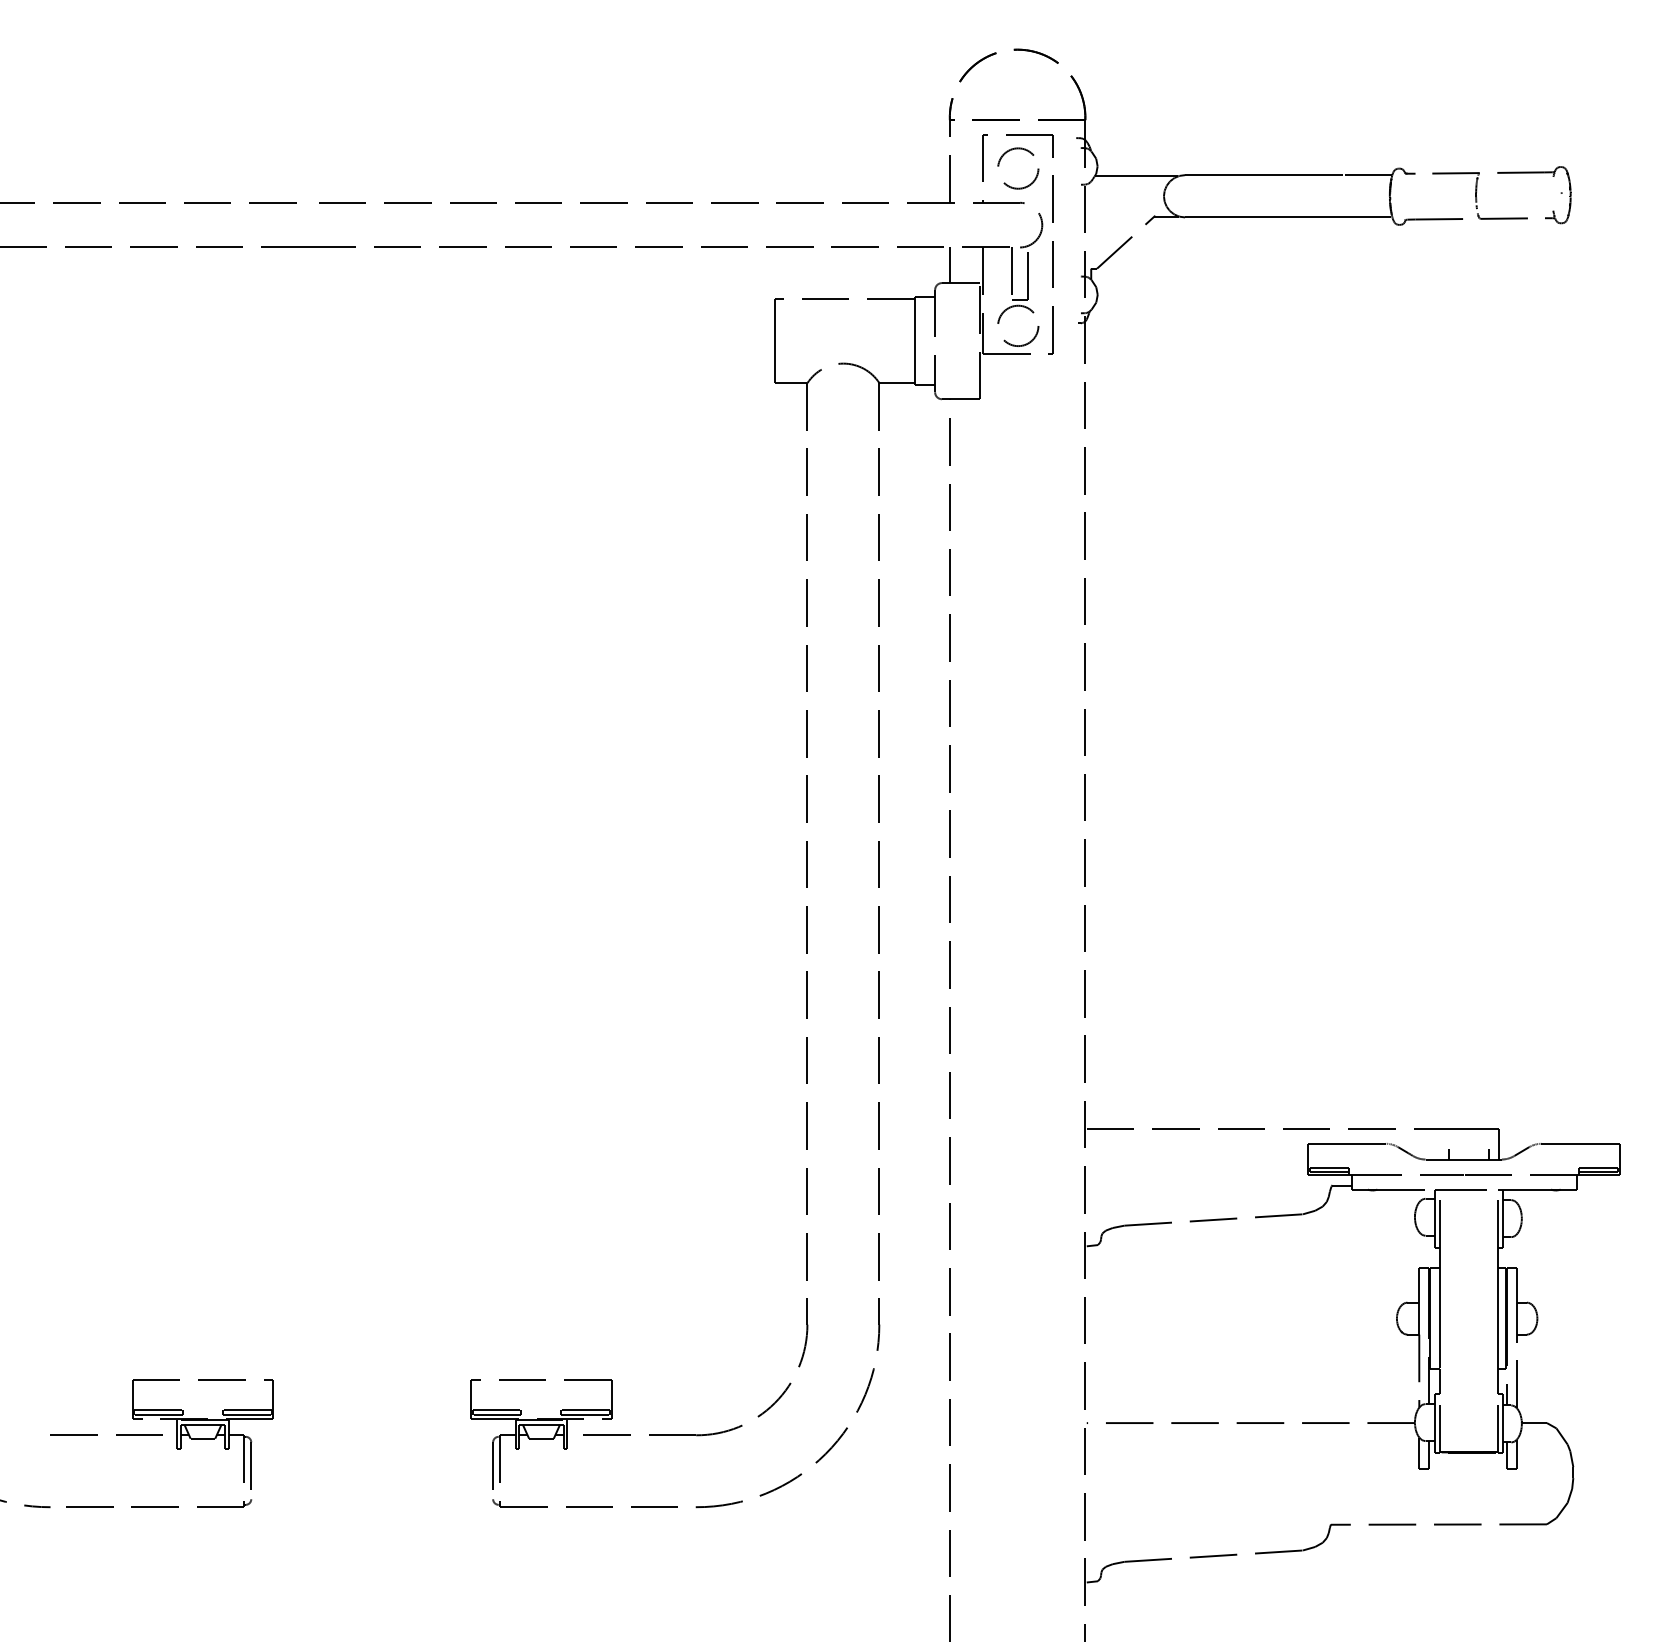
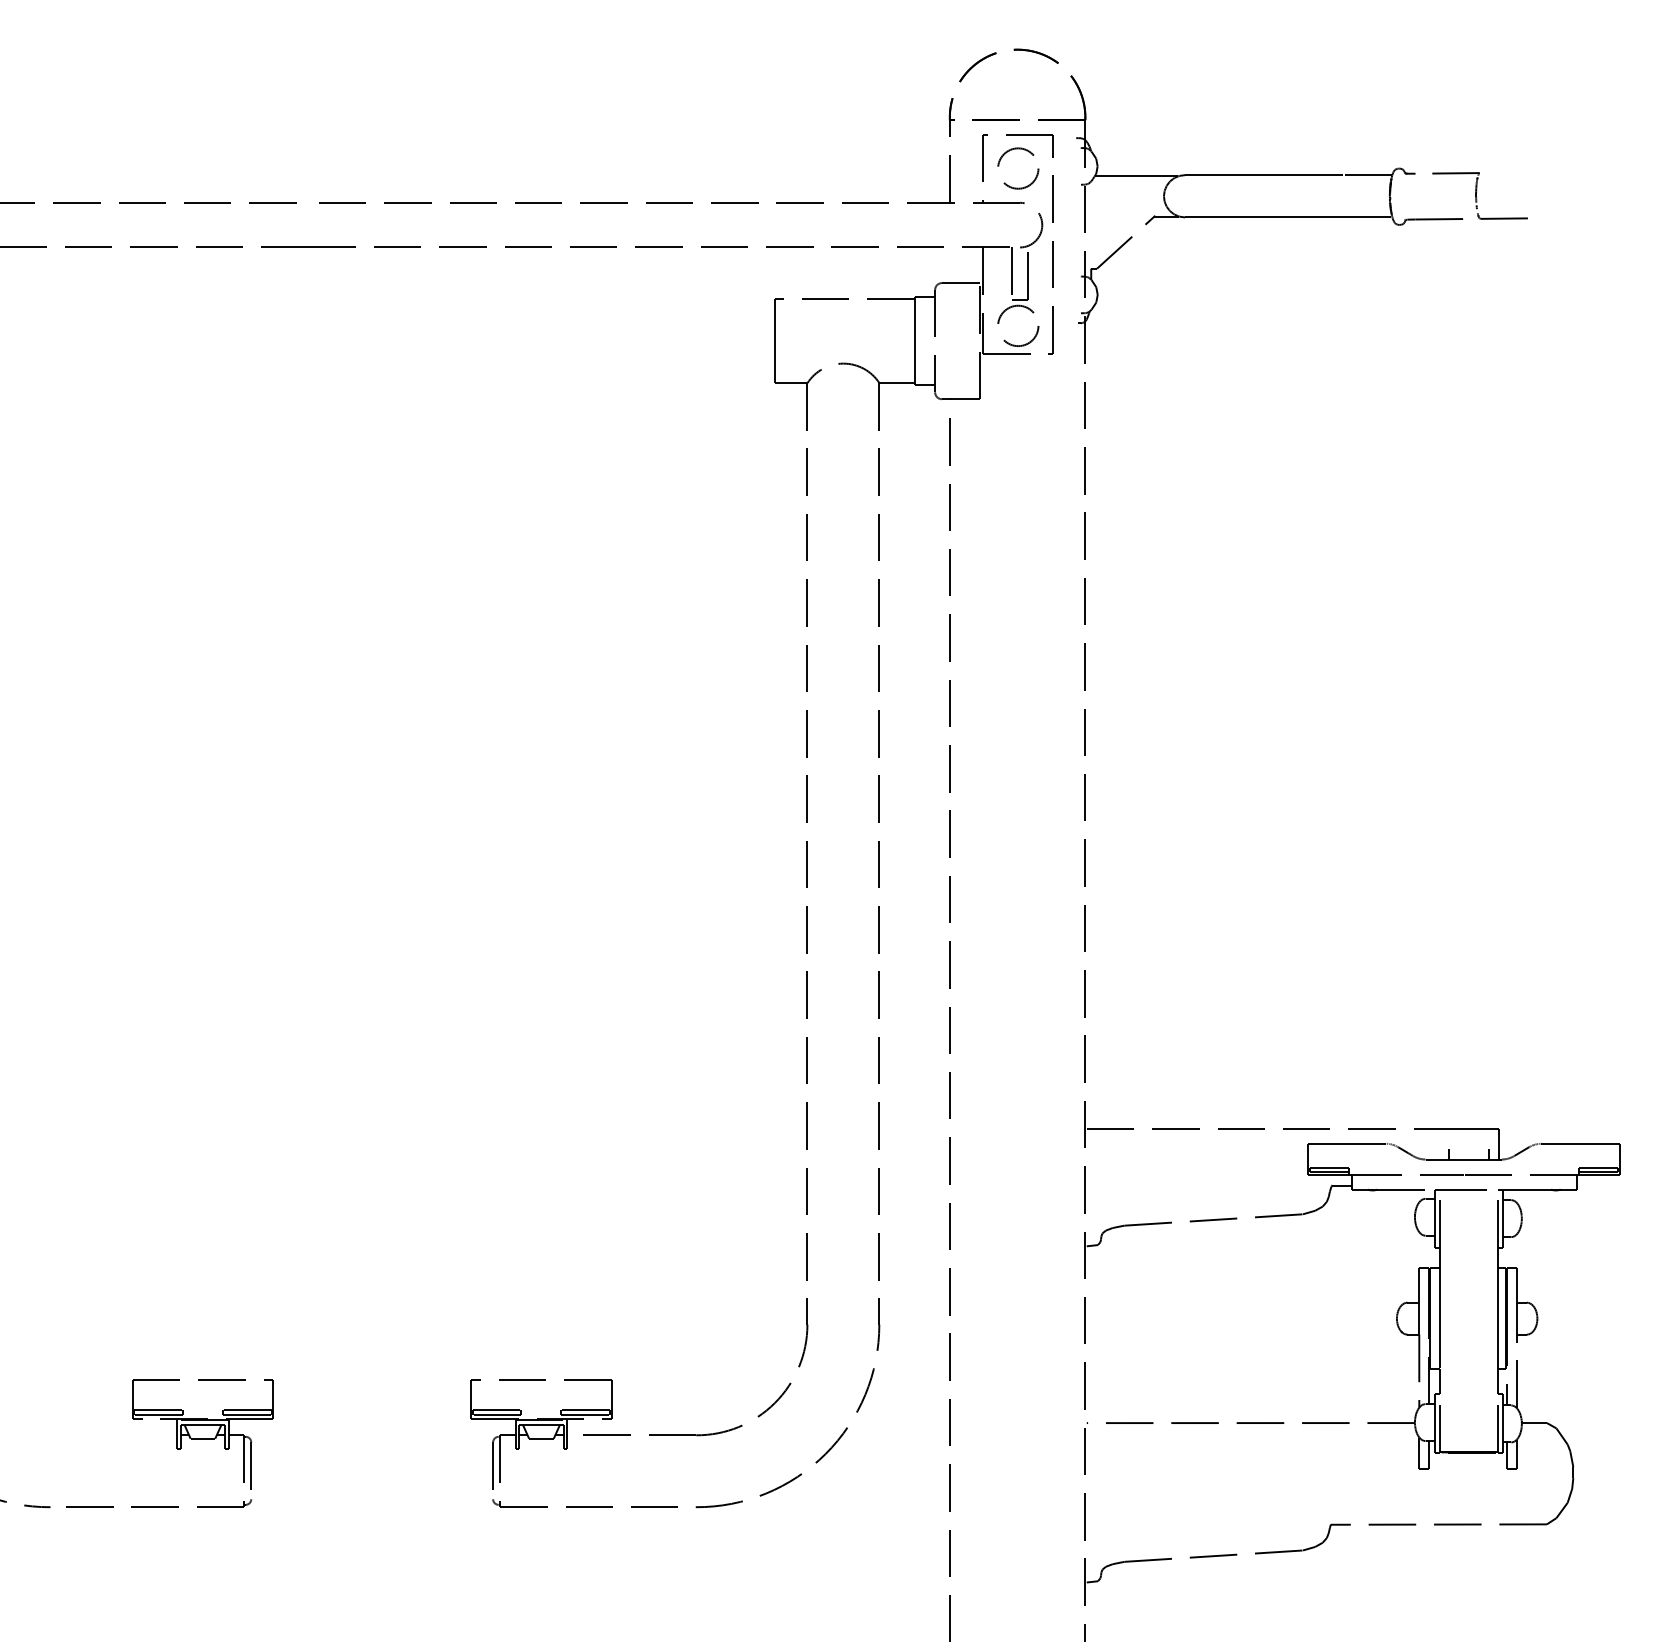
part at (1534, 173): present -> none
line at (949, 265): present -> none
line at (97, 1434): present -> none
